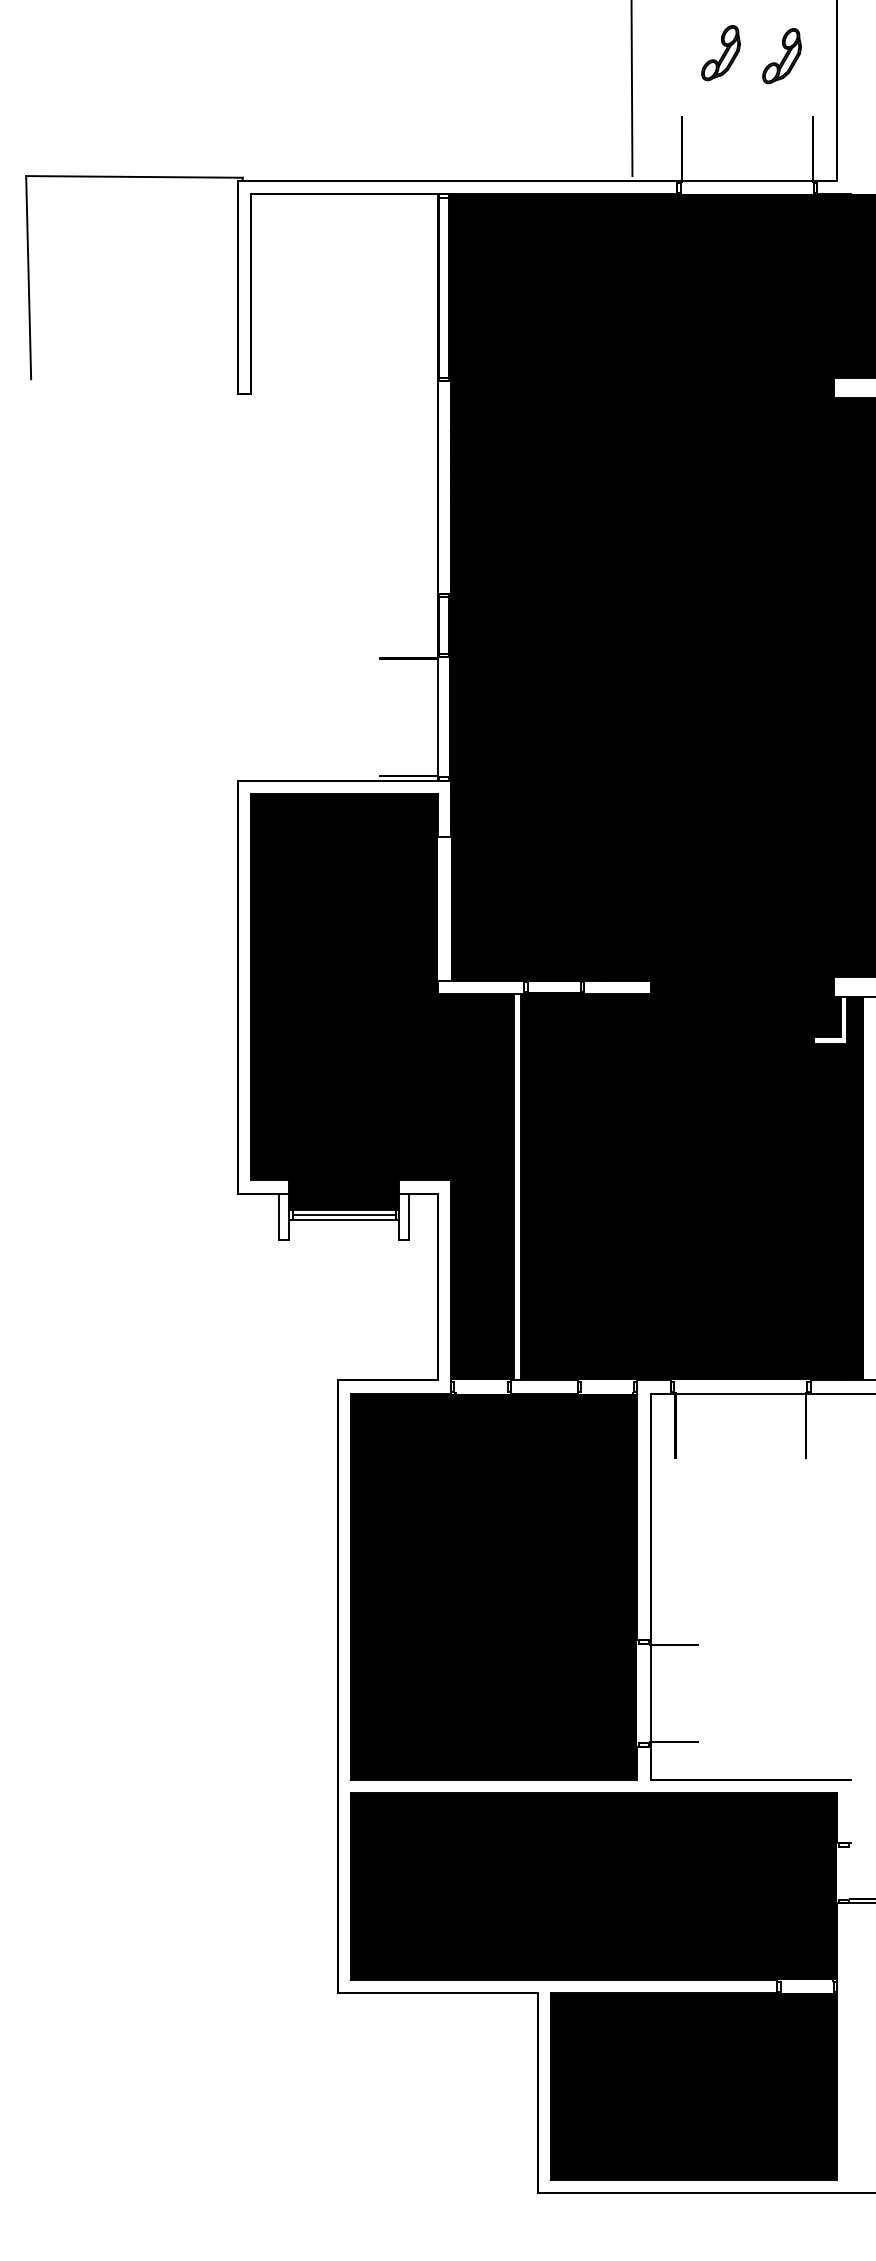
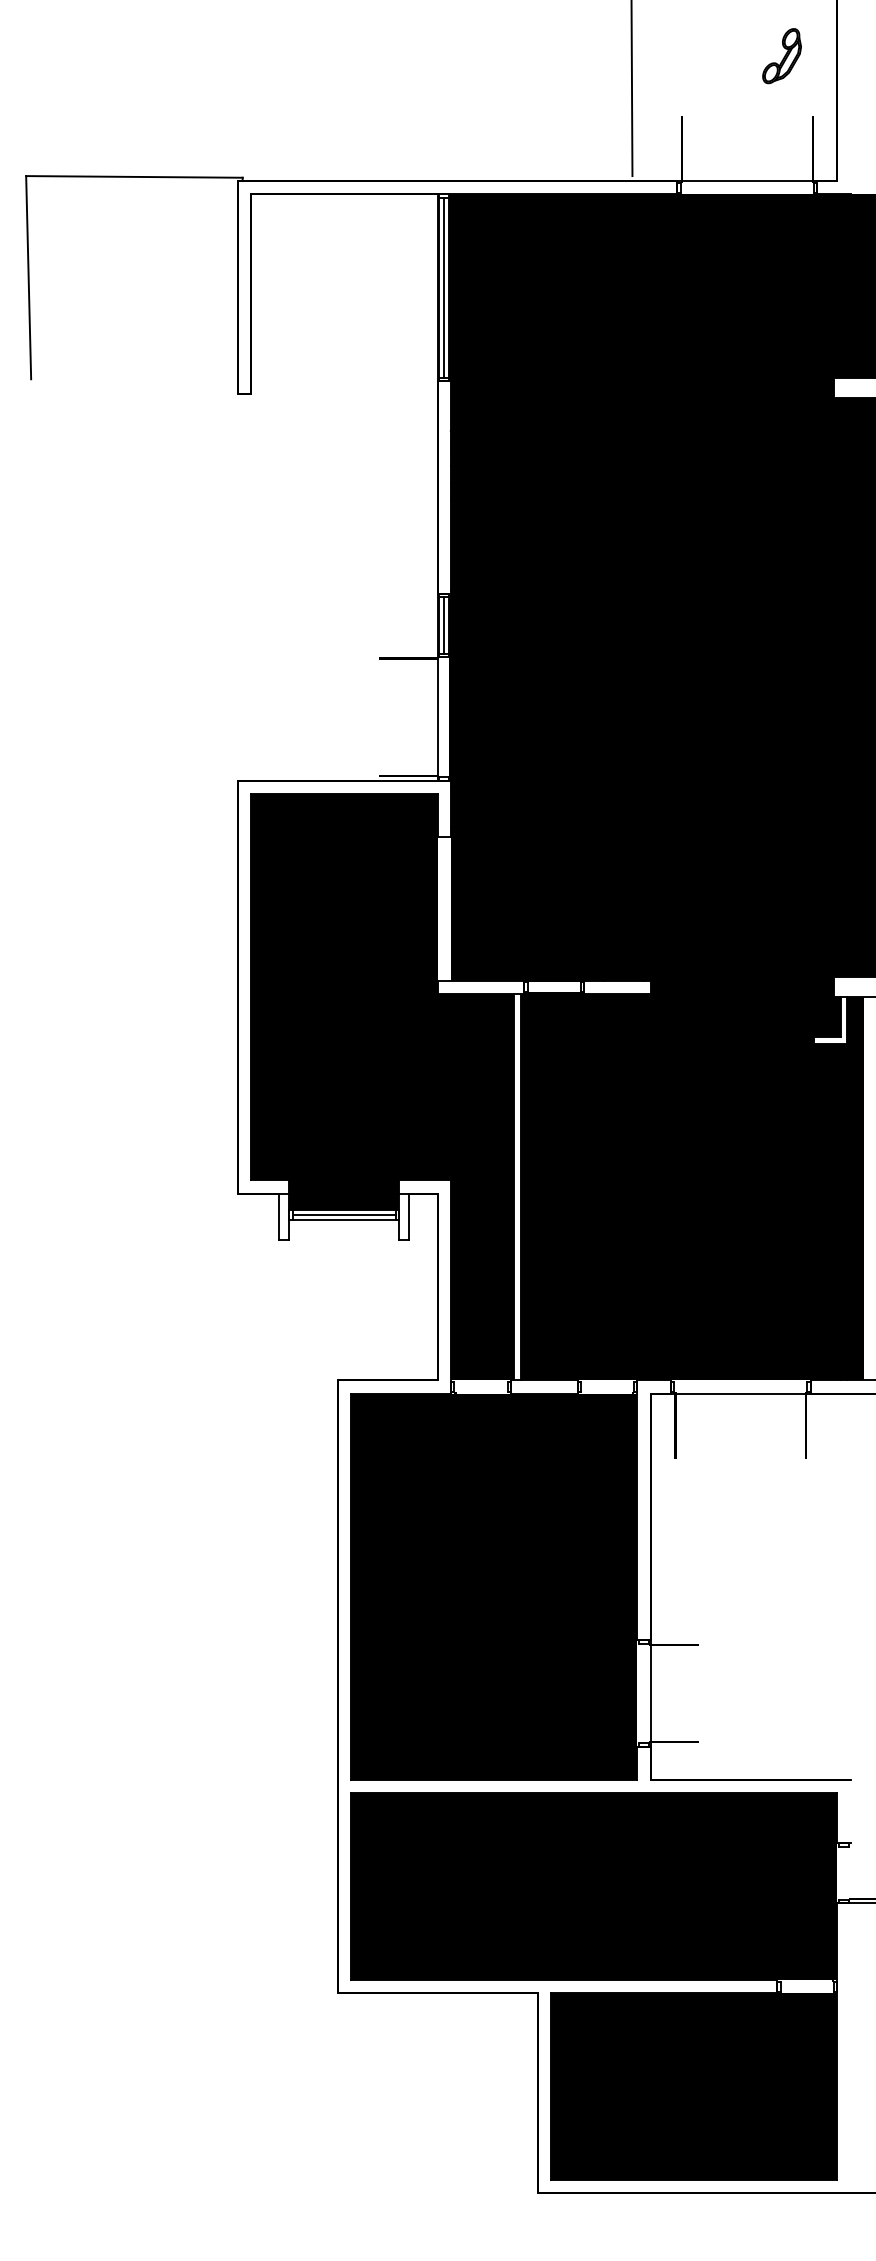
part at (720, 53): present -> none
line at (444, 287): none -> present
line at (444, 625): none -> present
